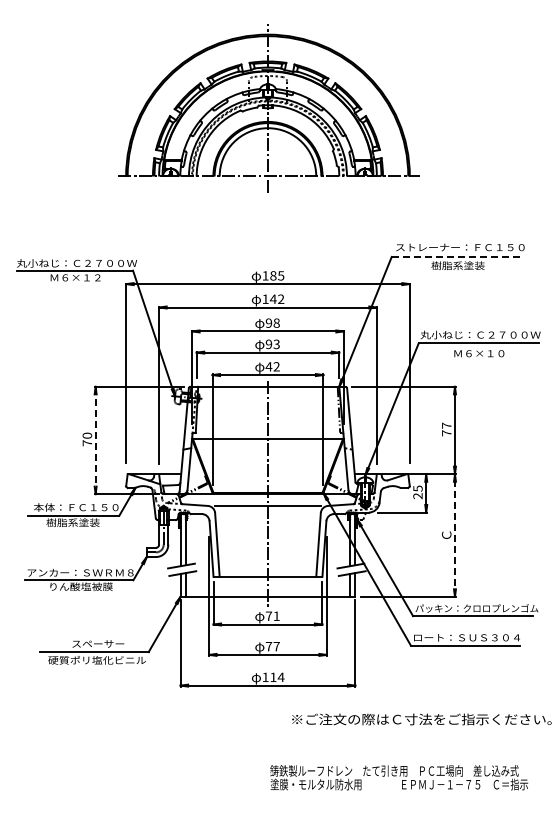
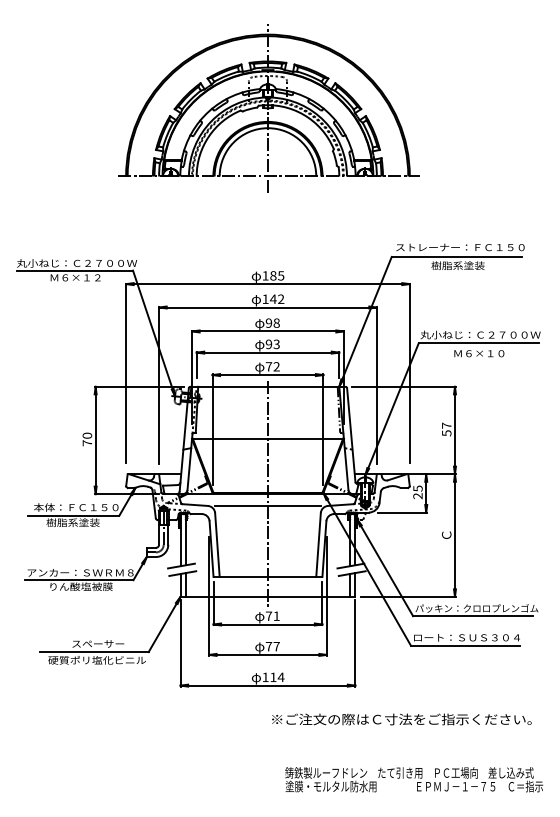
line at (457, 256): dashed -> solid
text at (268, 366): 42 -> 72
text at (446, 433): 77 -> 57
line at (95, 440): dashed -> solid
line at (454, 535): dashed -> solid
text at (421, 719) position: (421, 719) -> (401, 719)
text at (399, 777) position: (399, 777) -> (414, 779)
